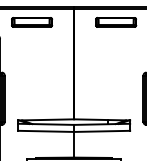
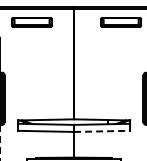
part at (116, 22) position: (116, 22) -> (121, 22)
line at (102, 131): solid -> dashed
line at (0, 142): solid -> dashed
